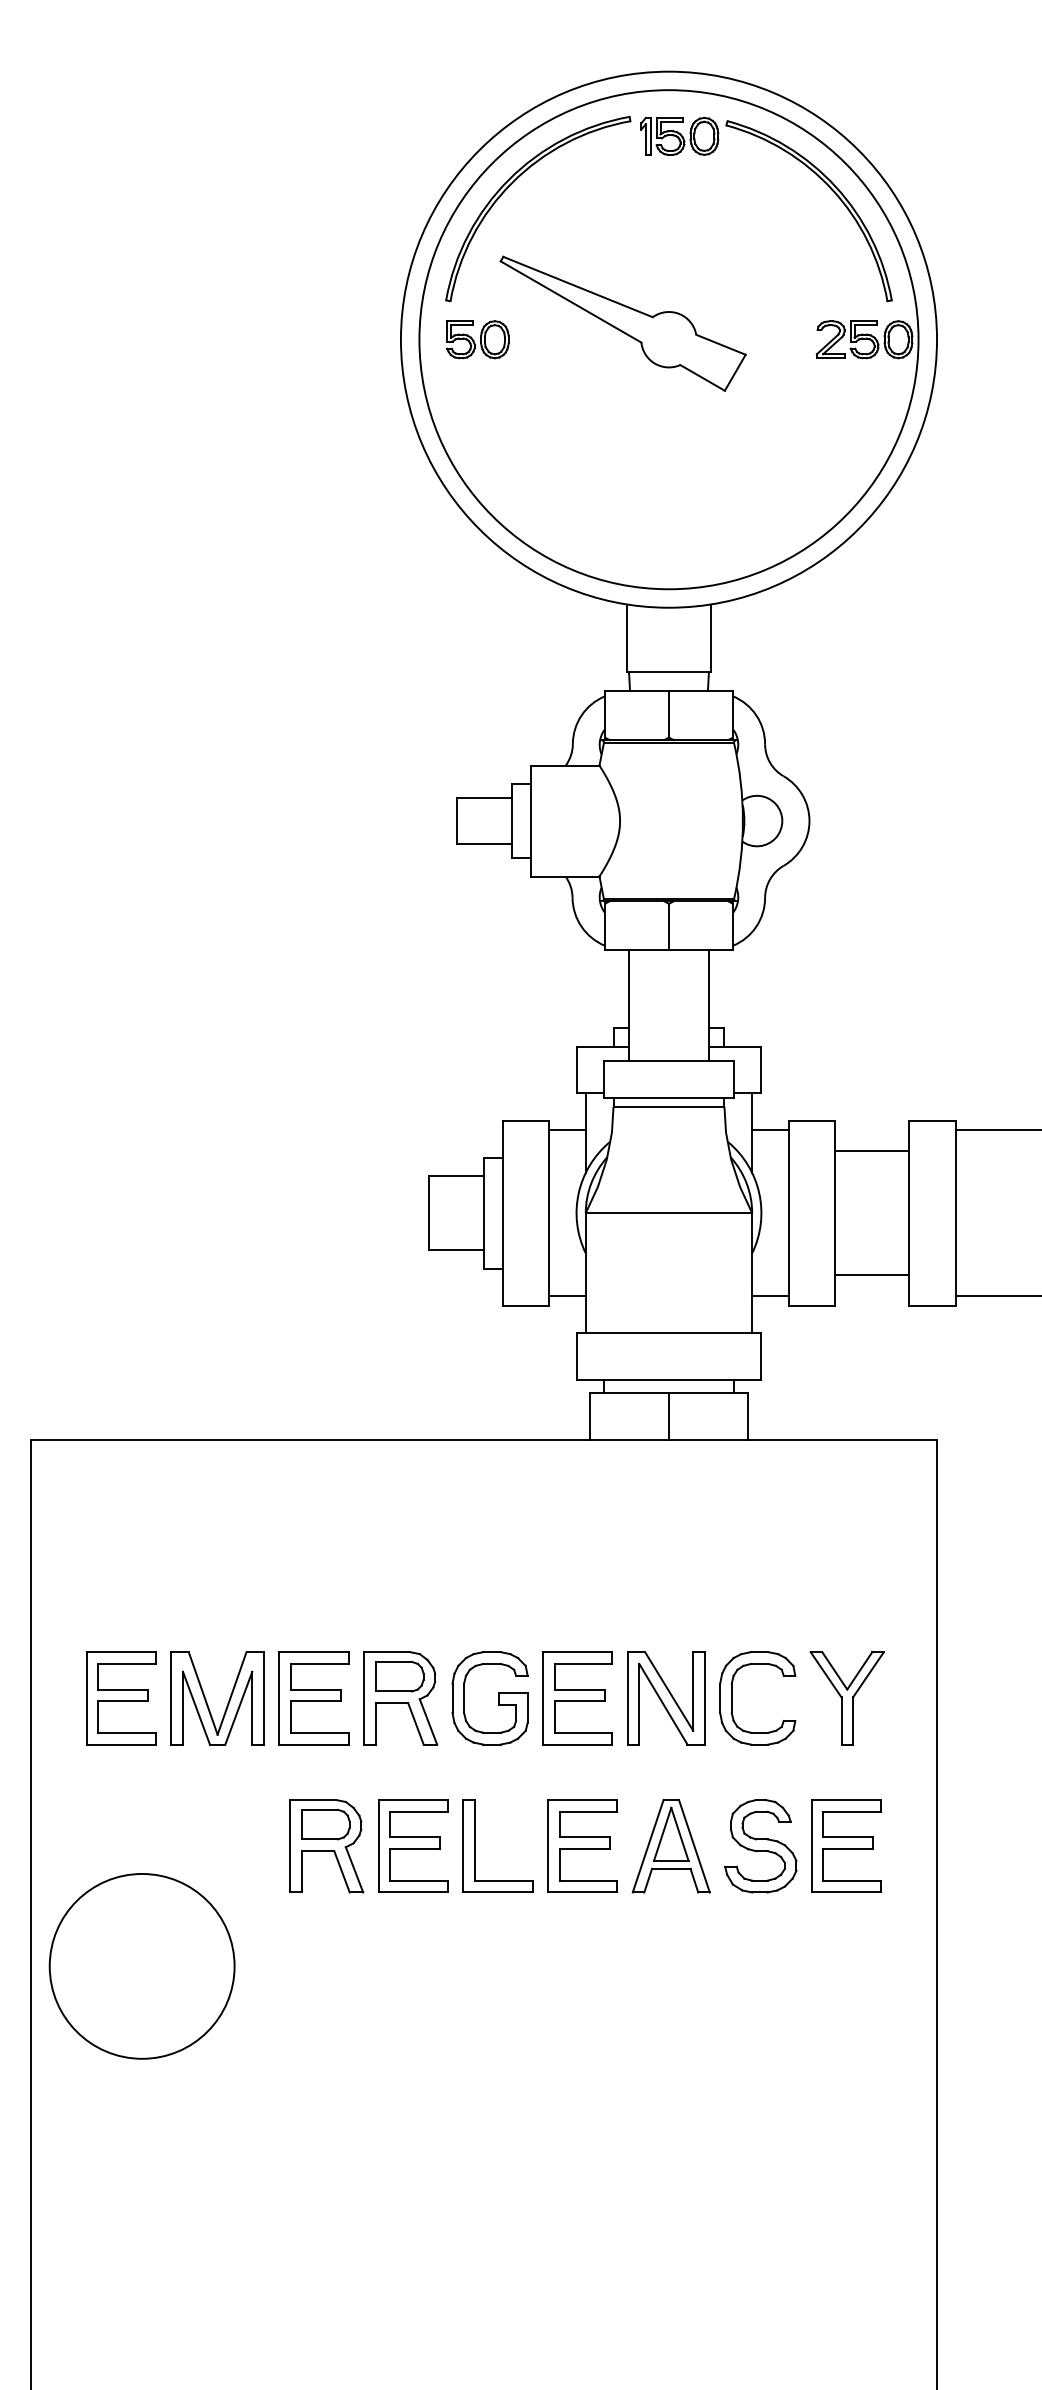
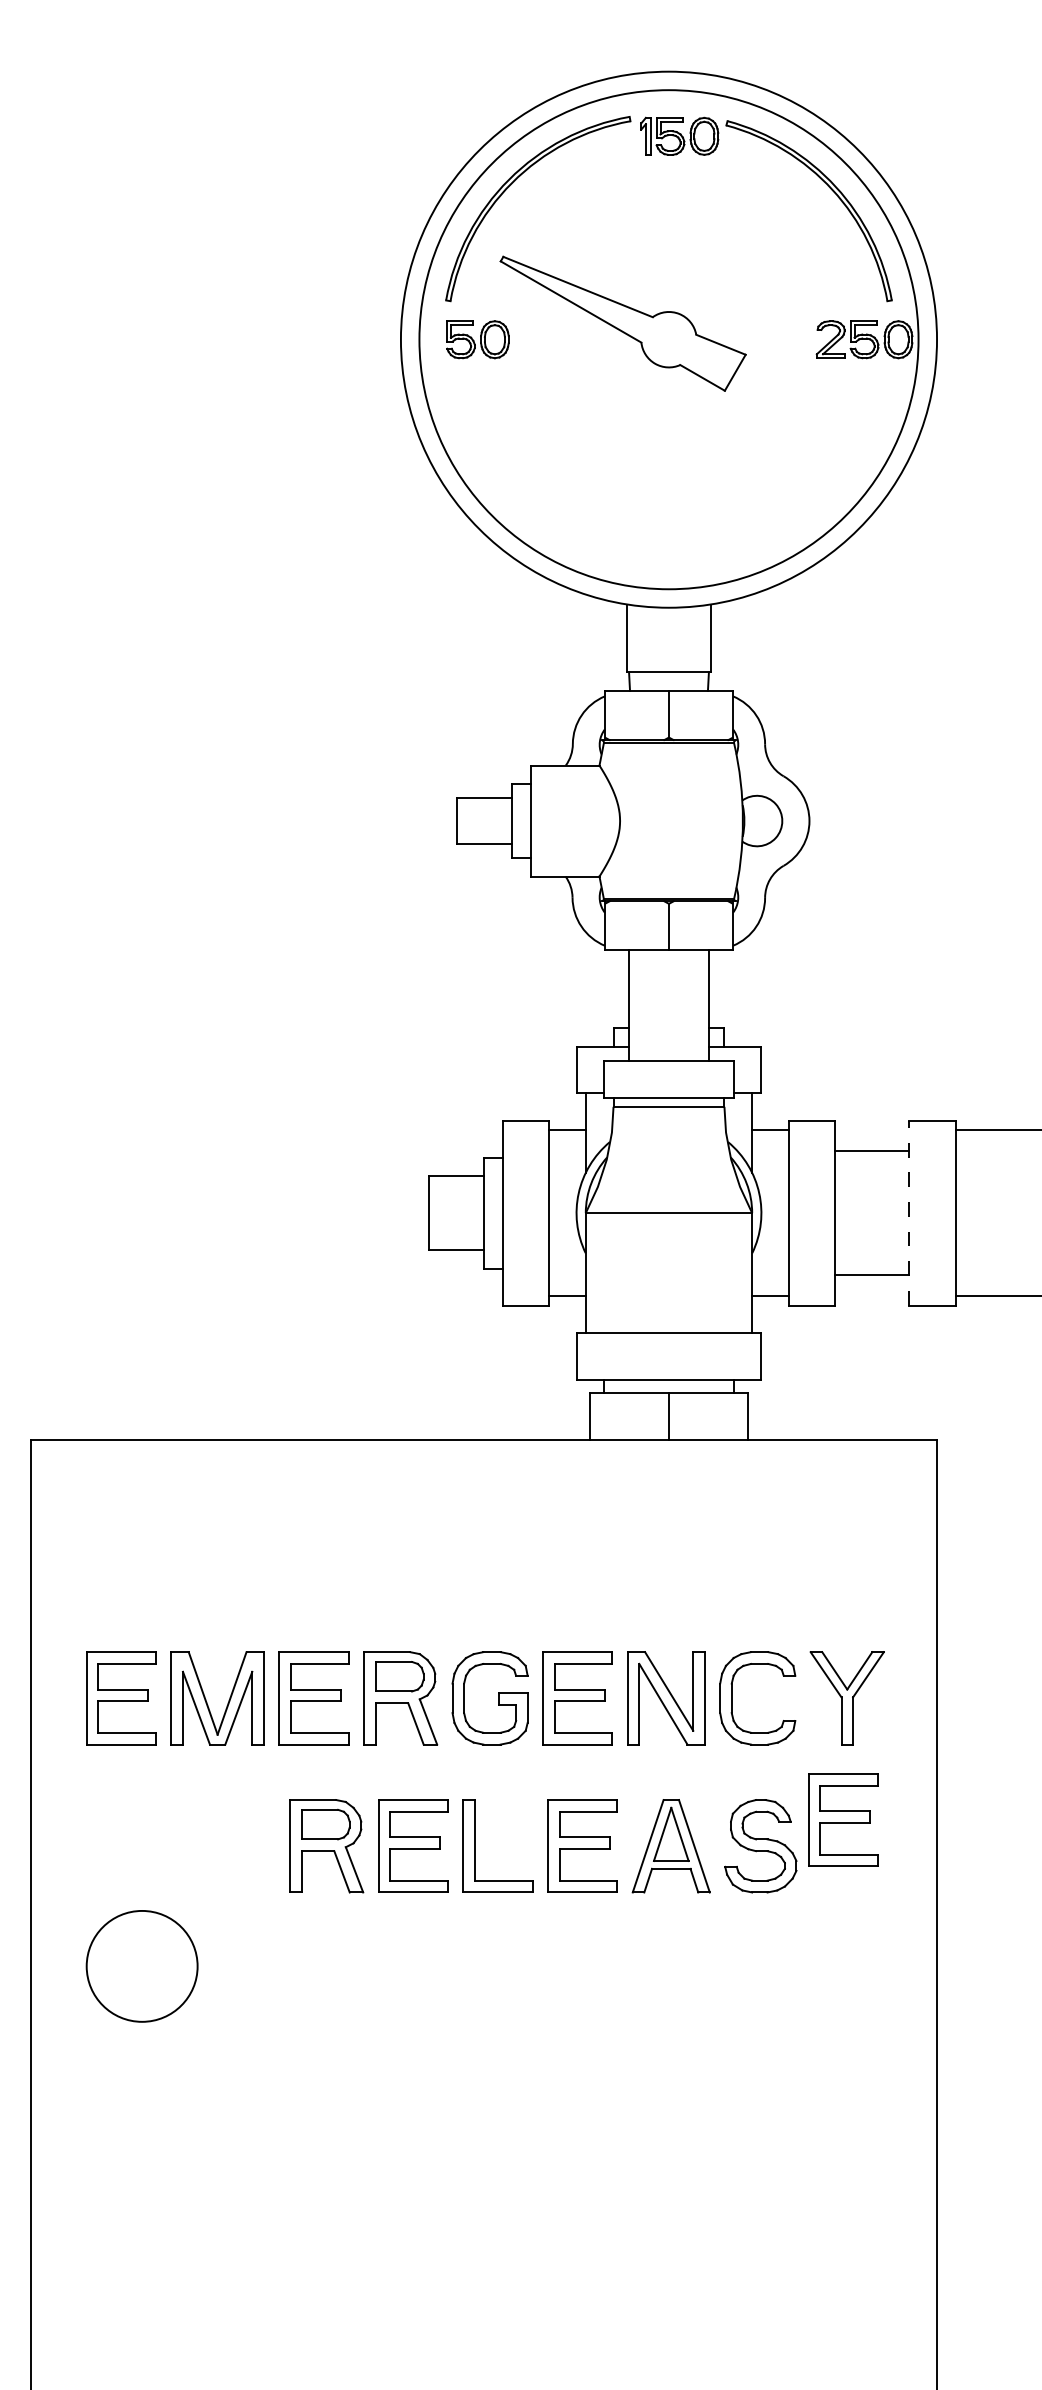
line at (909, 1212): solid -> dashed
part at (846, 1845) position: (846, 1845) -> (843, 1819)
circle at (141, 1965) diameter: 185 px -> 111 px
